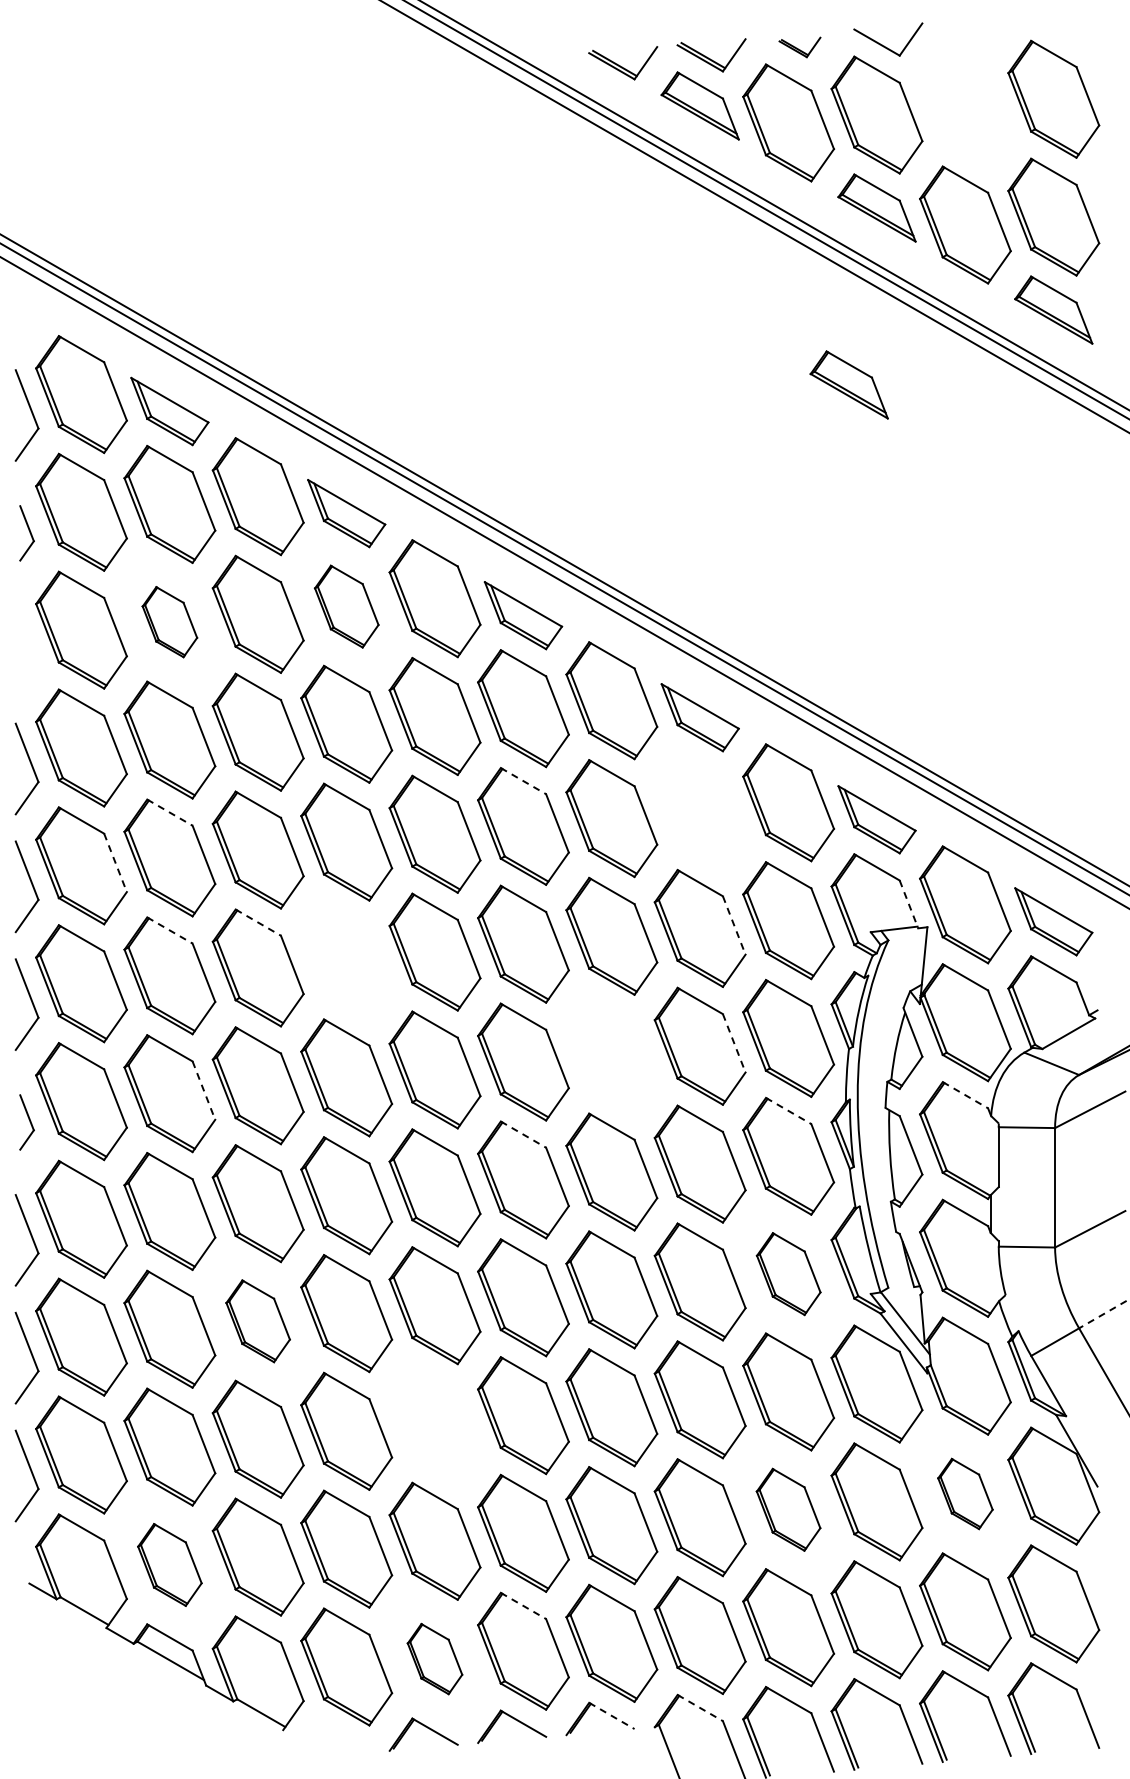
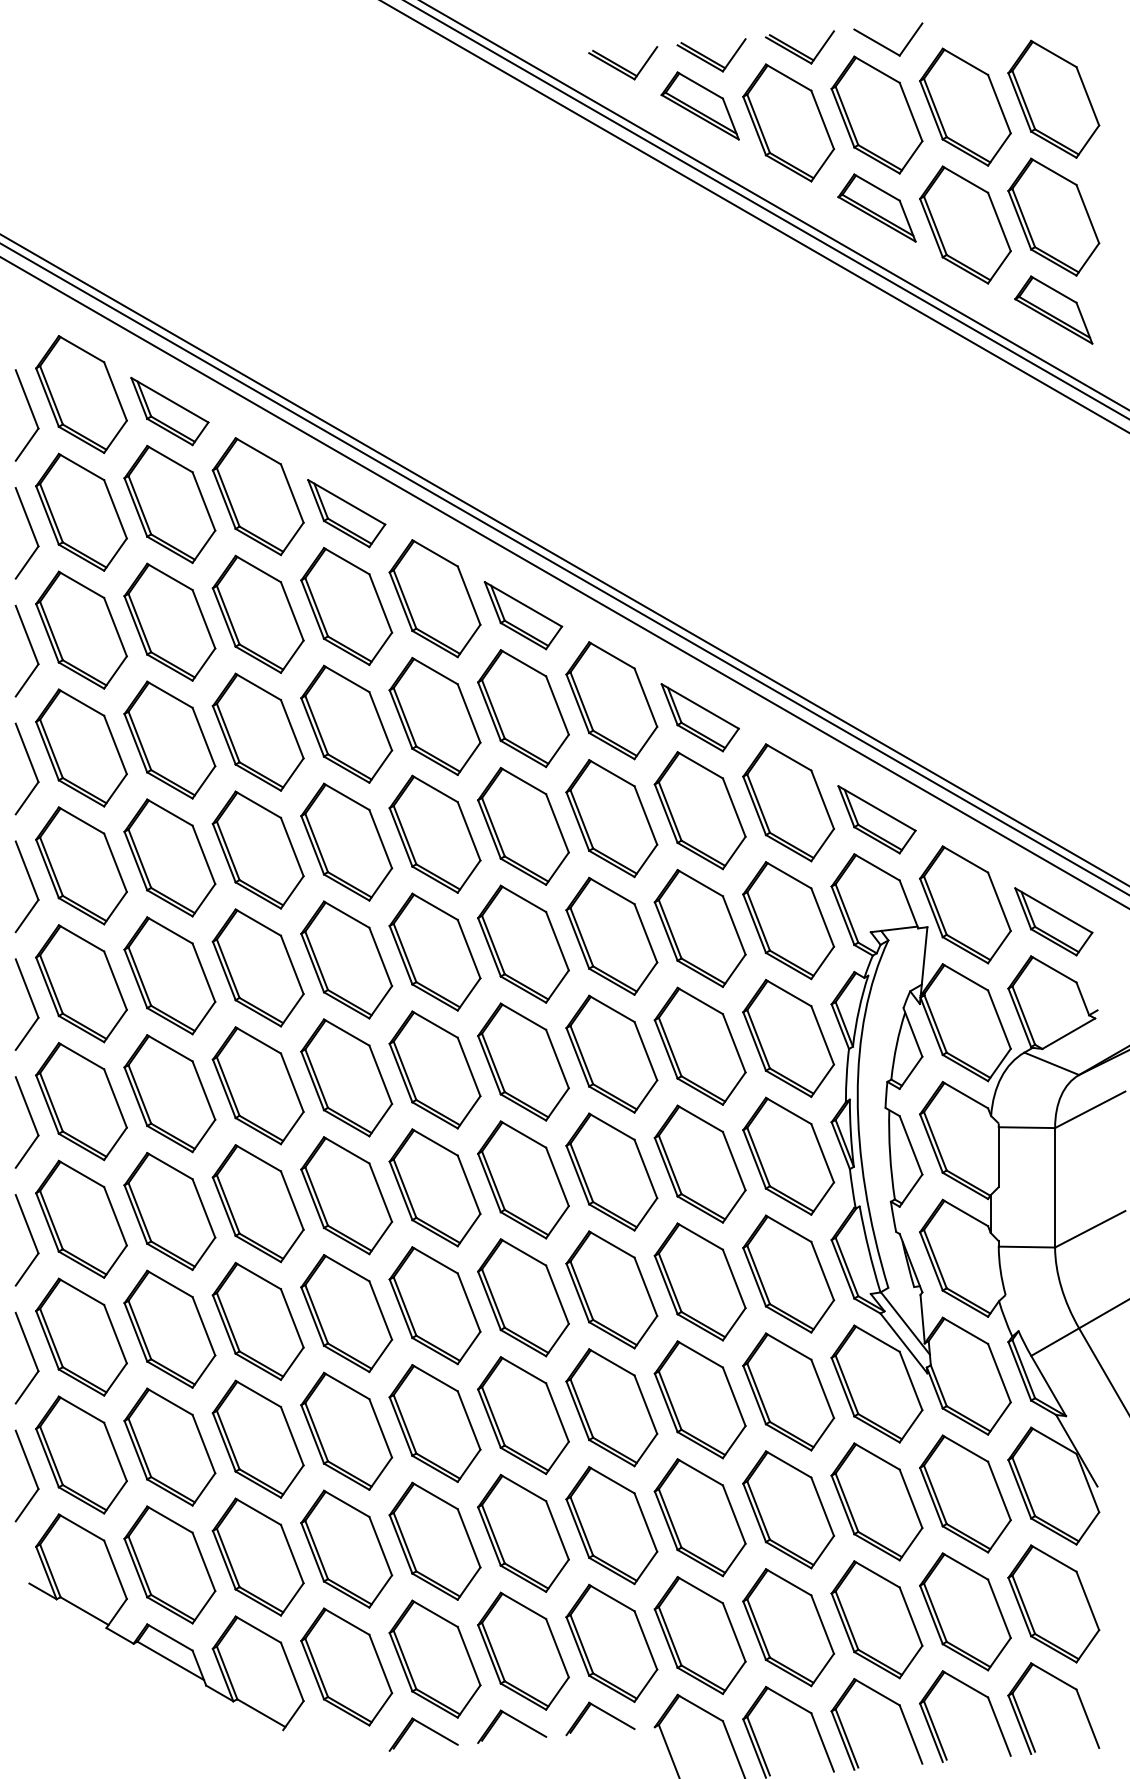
part at (799, 47) size: 44x23 px -> 70x35 px
part at (965, 106): none -> present
part at (848, 384): present -> none
part at (26, 533) size: 16x57 px -> 26x93 px
part at (346, 606) size: 67x85 px -> 94x120 px
part at (169, 622) size: 58x73 px -> 94x120 px
part at (26, 650): none -> present
line at (523, 781): dashed -> solid
part at (699, 810): none -> present
line at (170, 812): dashed -> solid
line at (115, 863): dashed -> solid
line at (908, 904): dashed -> solid
line at (258, 922): dashed -> solid
line at (734, 925): dashed -> solid
line at (170, 930): dashed -> solid
part at (346, 959): none -> present
line at (734, 1043): dashed -> solid
part at (611, 1053): none -> present
line at (204, 1091): dashed -> solid
line at (965, 1095): dashed -> solid
line at (789, 1111): dashed -> solid
part at (26, 1122) size: 16x57 px -> 26x93 px
line at (523, 1134): dashed -> solid
part at (788, 1274) size: 67x85 px -> 94x120 px
line at (1103, 1314): dashed -> solid
part at (257, 1321) size: 66x85 px -> 94x120 px
part at (434, 1423): none -> present
part at (965, 1493) size: 57x74 px -> 93x120 px
part at (788, 1509) size: 67x85 px -> 93x120 px
part at (169, 1564) size: 66x84 px -> 94x120 px
line at (523, 1606): dashed -> solid
part at (434, 1658) size: 58x74 px -> 94x120 px
line at (700, 1708): dashed -> solid
line at (612, 1716): dashed -> solid
